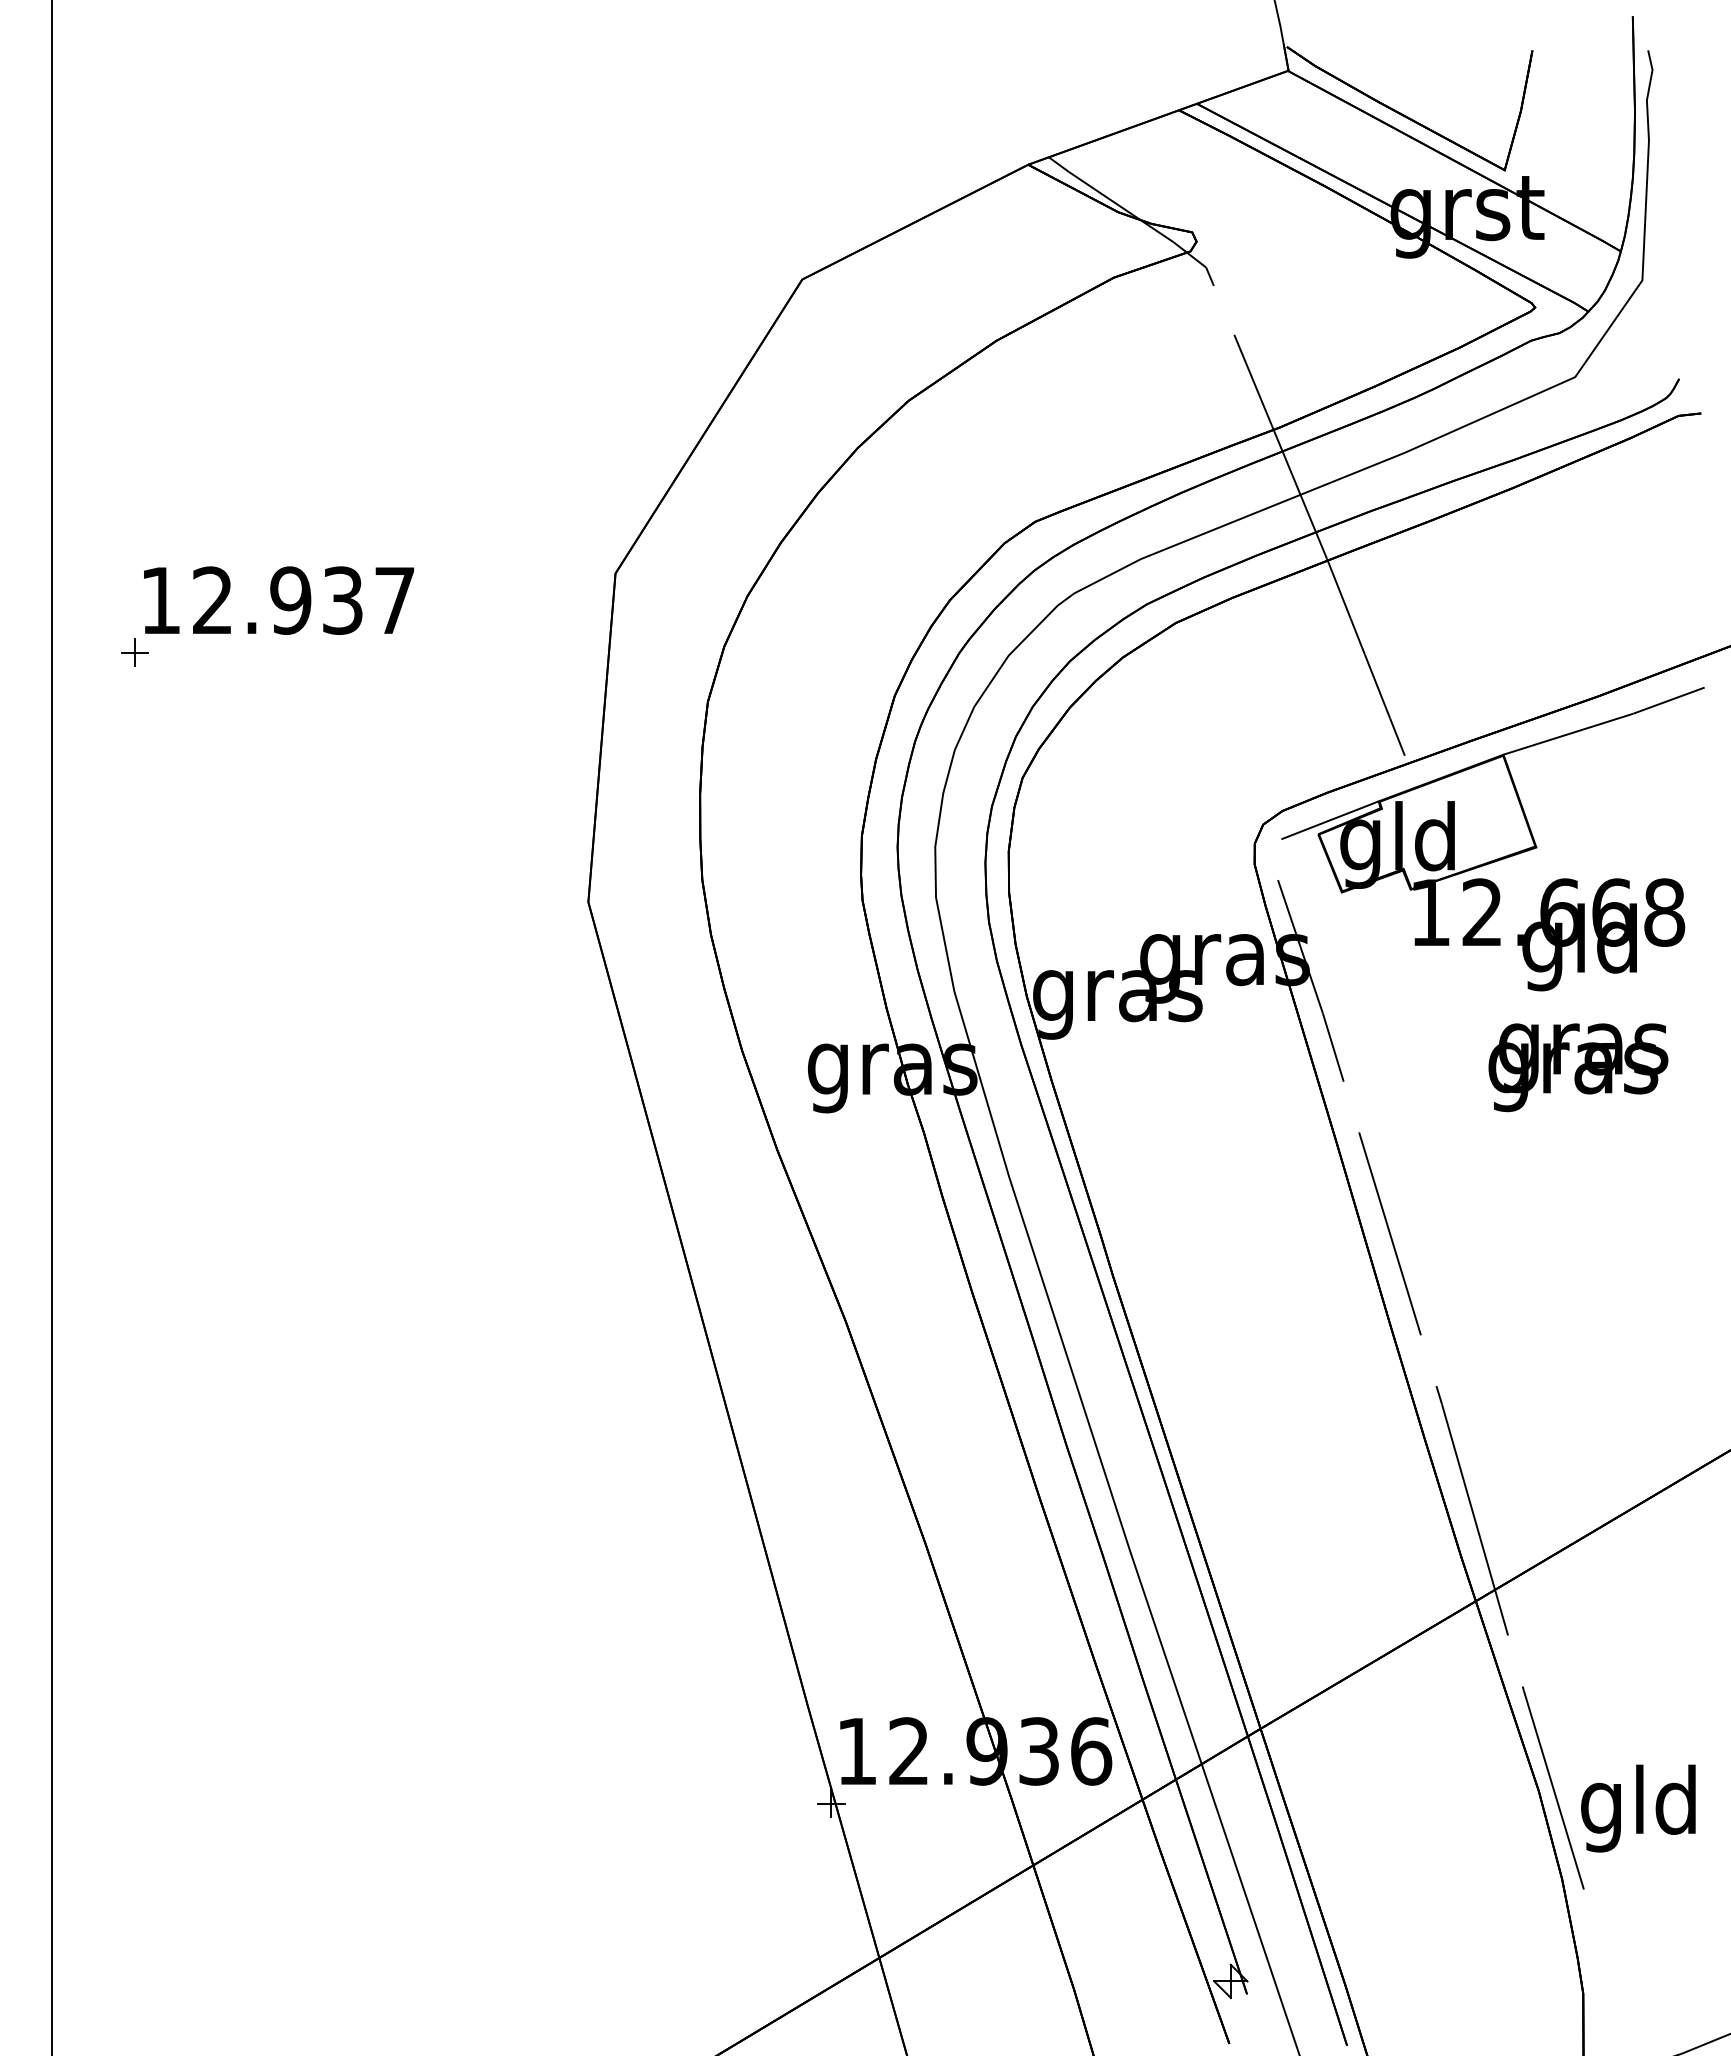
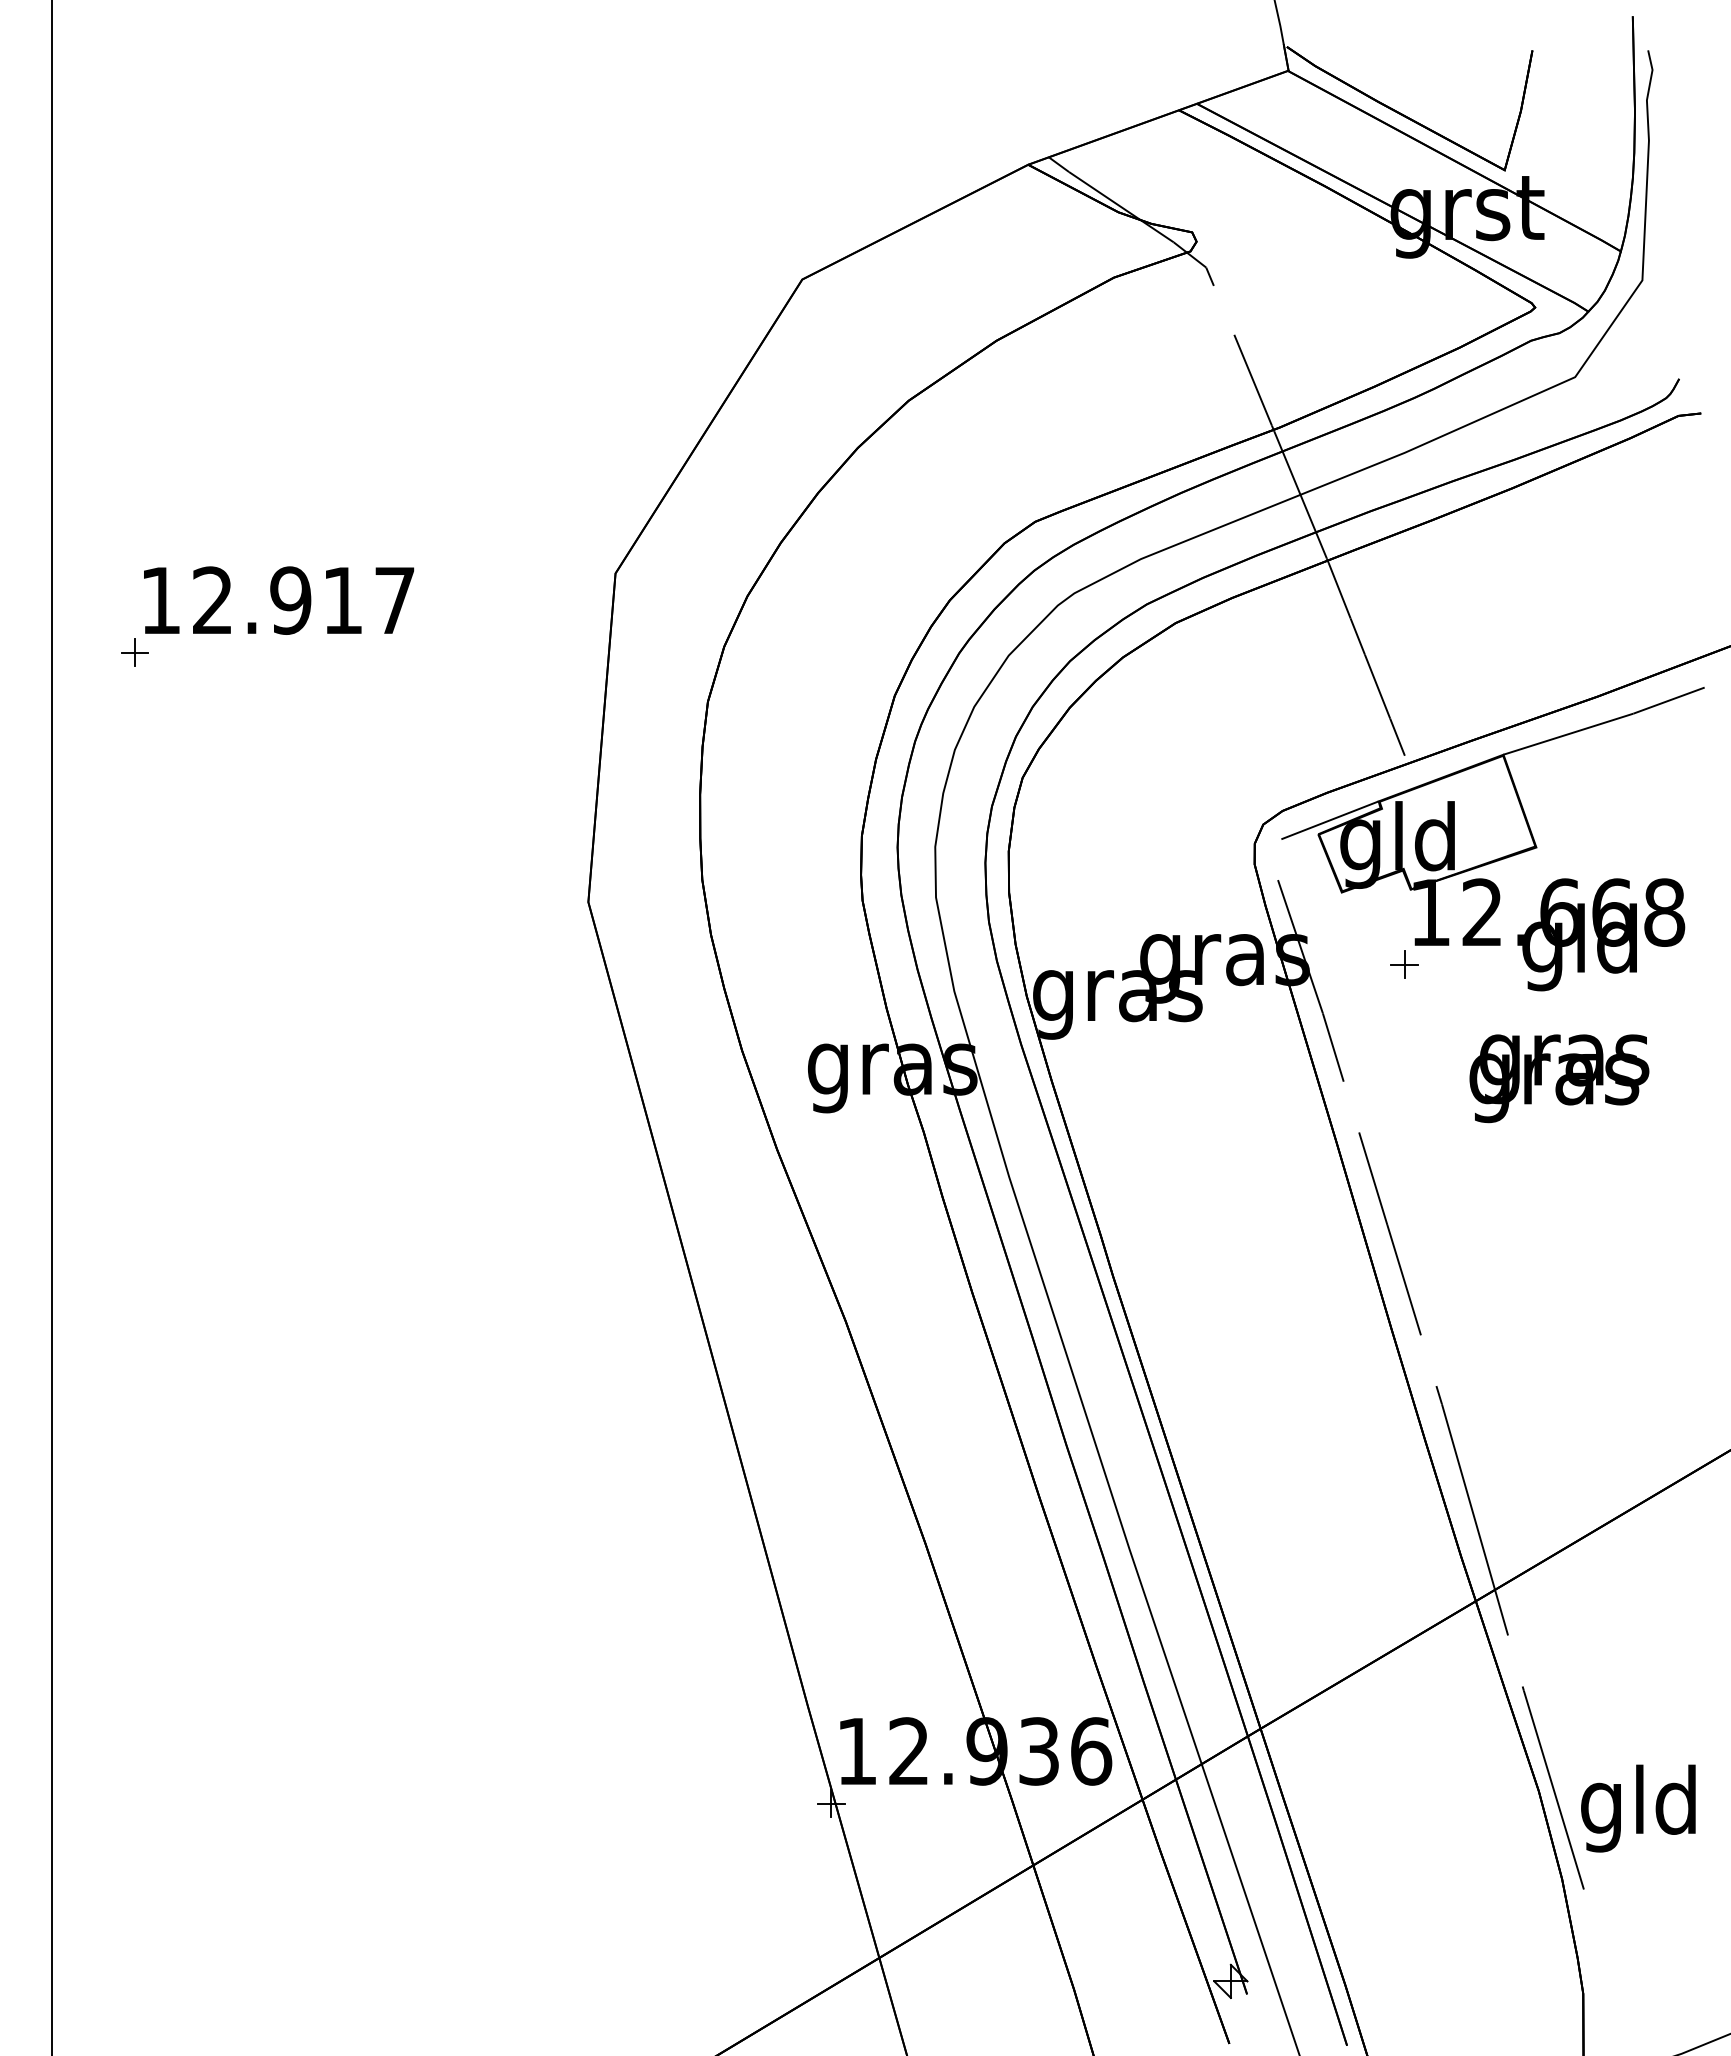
text at (342, 600): 12.937 -> 12.917
part at (1404, 964): none -> present
text at (1578, 1067) position: (1578, 1067) -> (1559, 1078)
